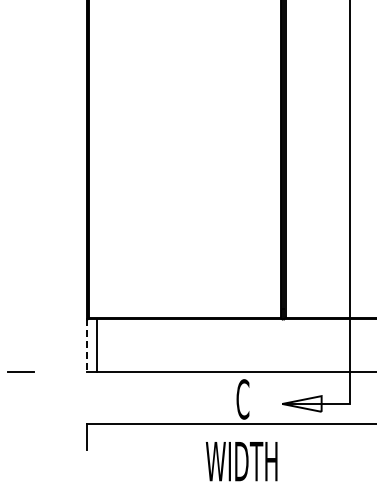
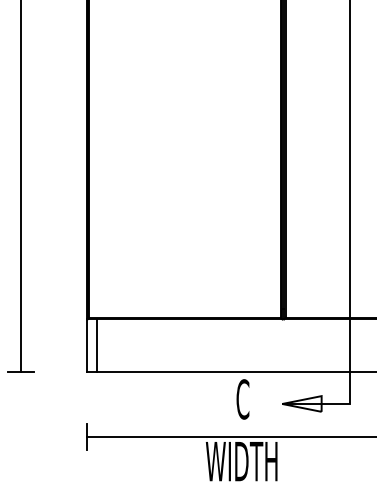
line at (21, 186): none -> present
line at (86, 346): dashed -> solid
line at (229, 424) position: (229, 424) -> (229, 437)
